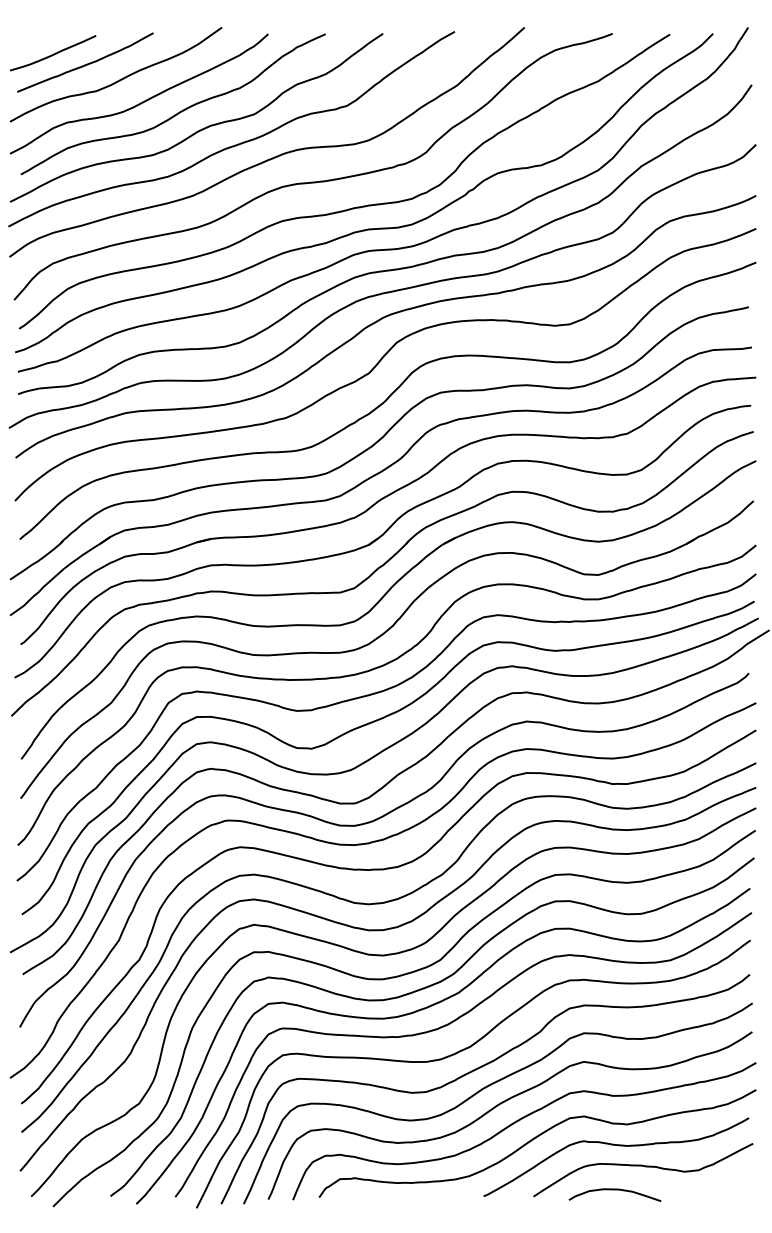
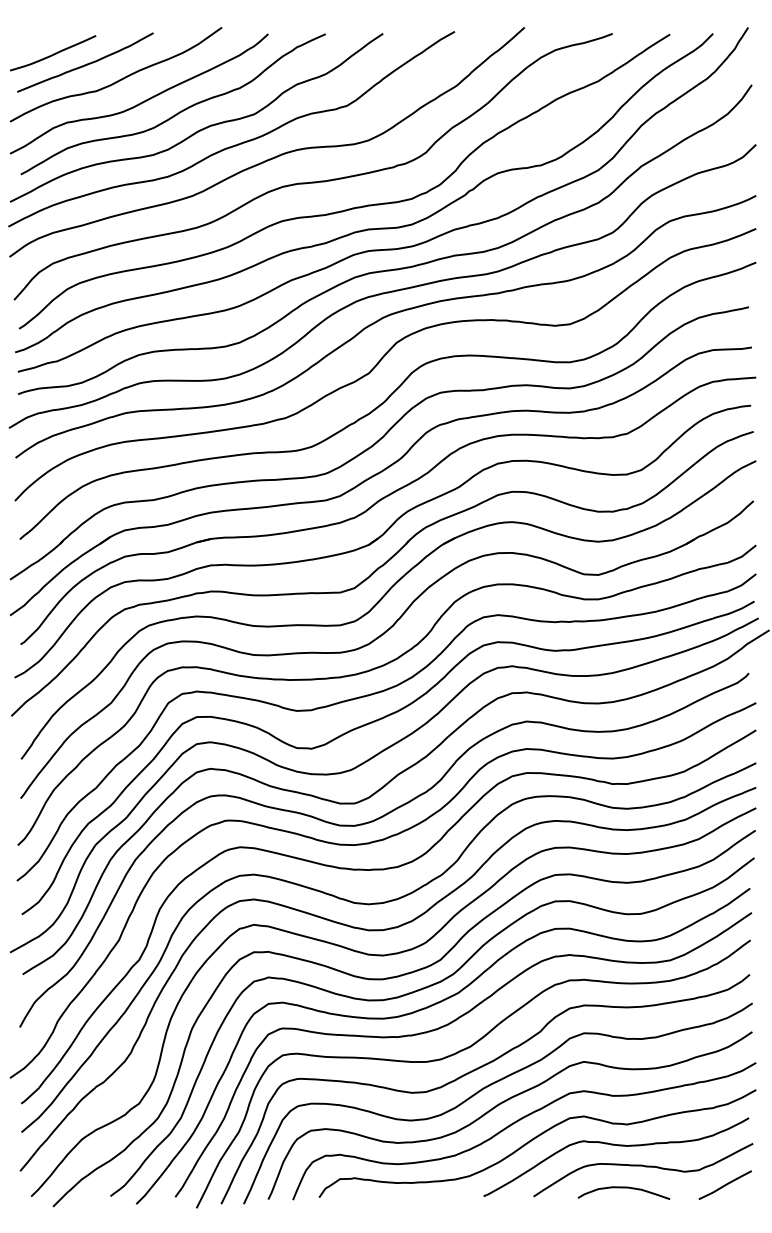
line at (724, 1184): none -> present
curve at (614, 1190) position: (614, 1190) -> (623, 1188)
